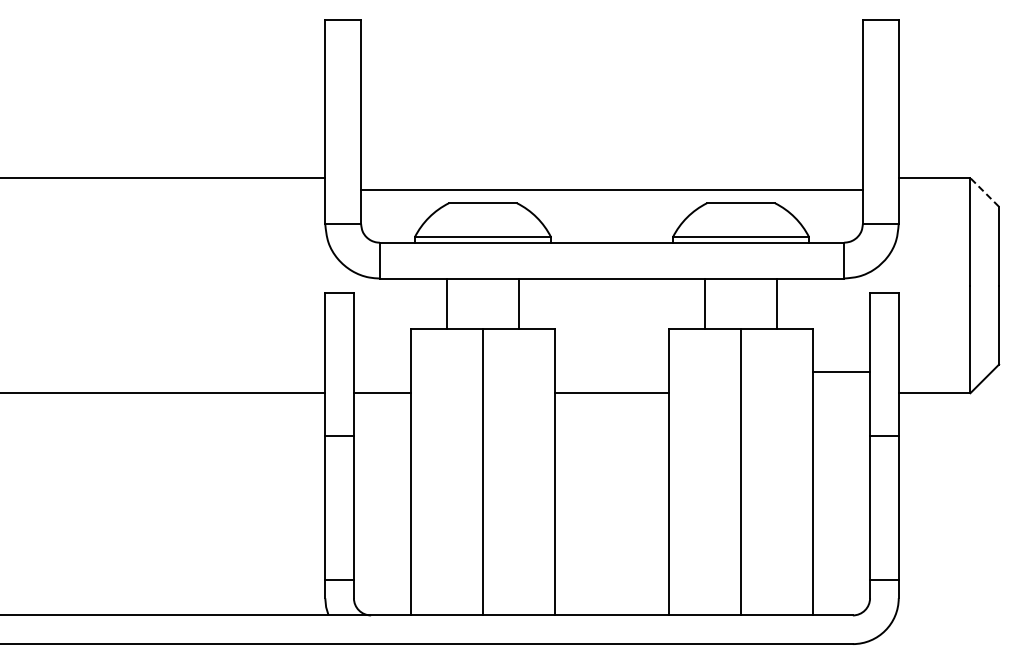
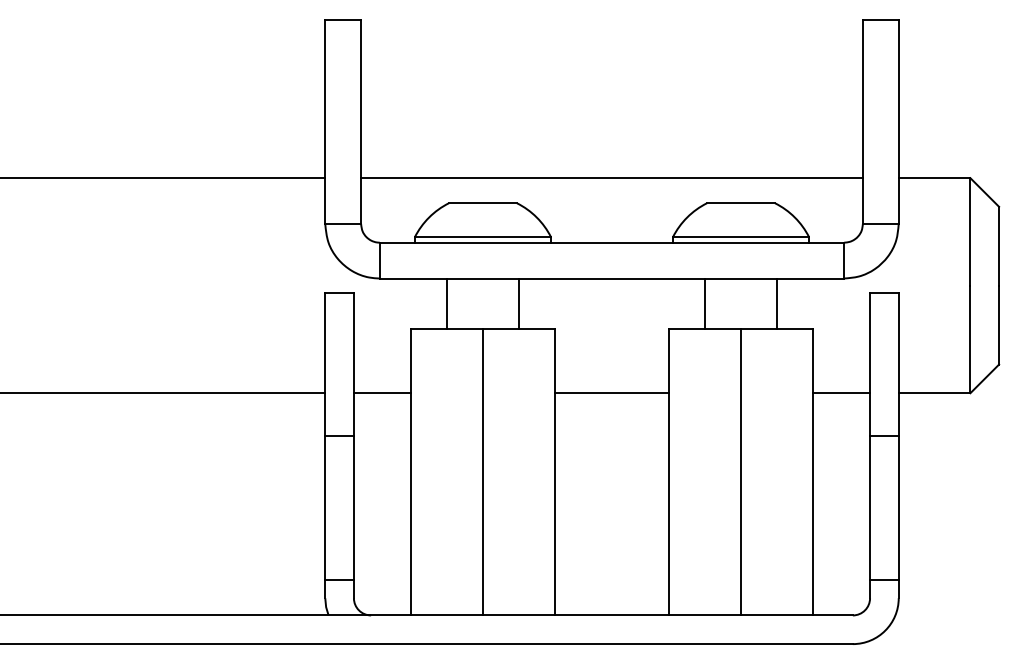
line at (611, 190) position: (611, 190) -> (611, 178)
line at (984, 192): dashed -> solid
line at (841, 372) position: (841, 372) -> (841, 393)
